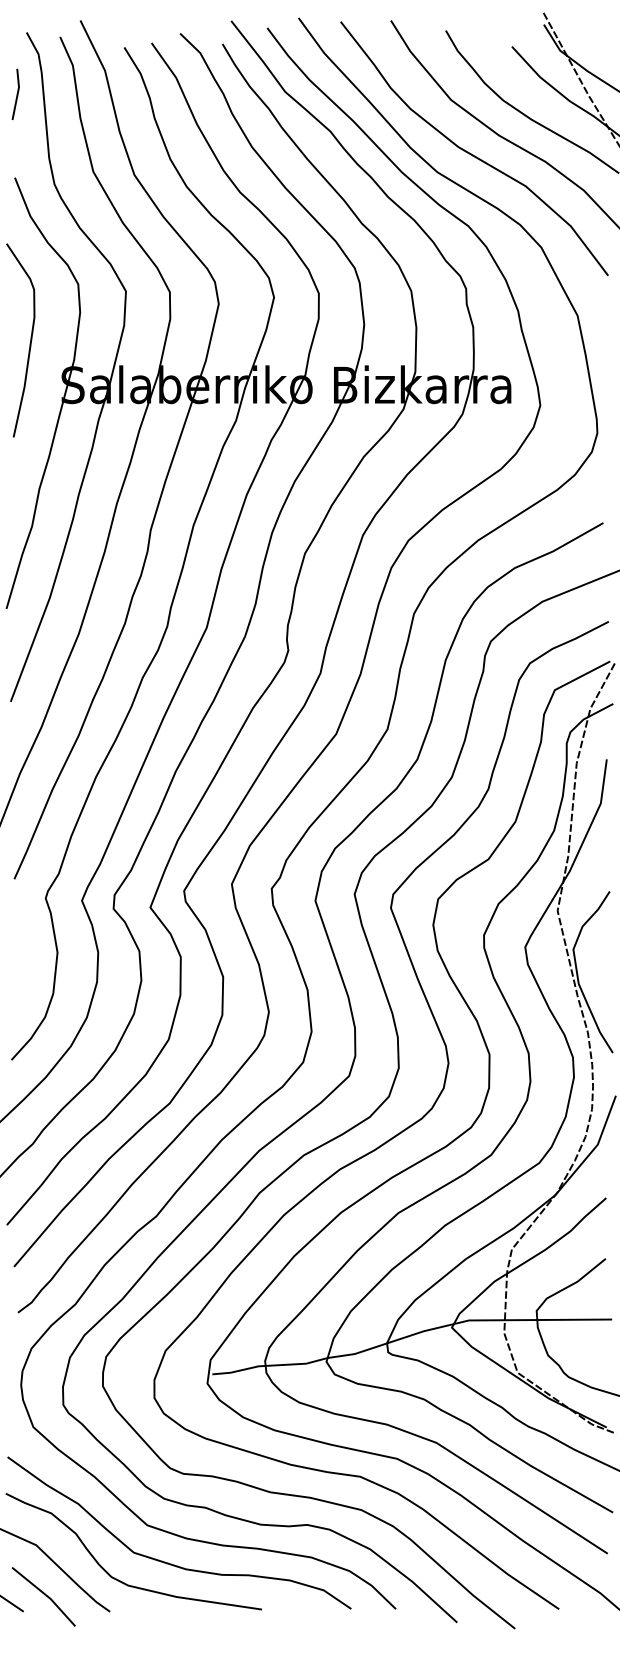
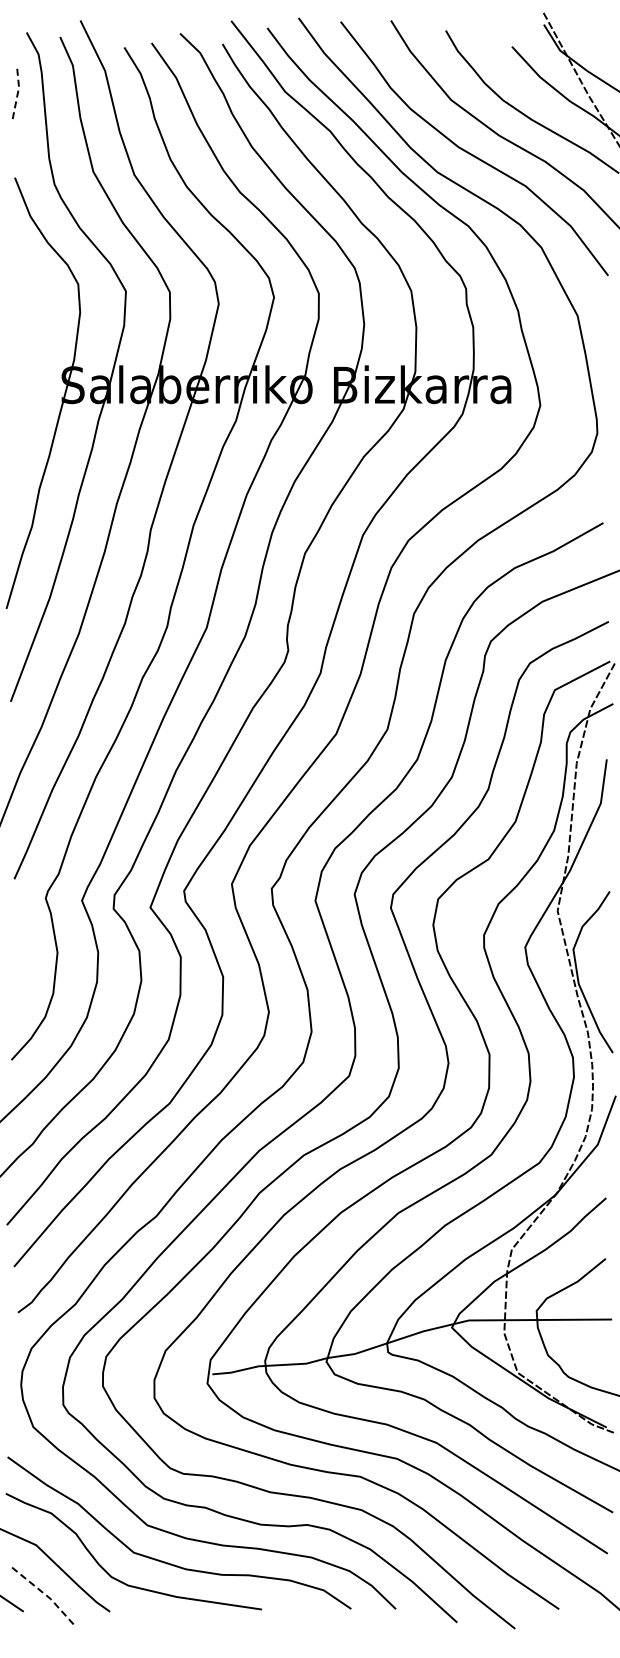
line at (17, 94): solid -> dashed
curve at (29, 343): present -> none
line at (46, 1595): solid -> dashed
